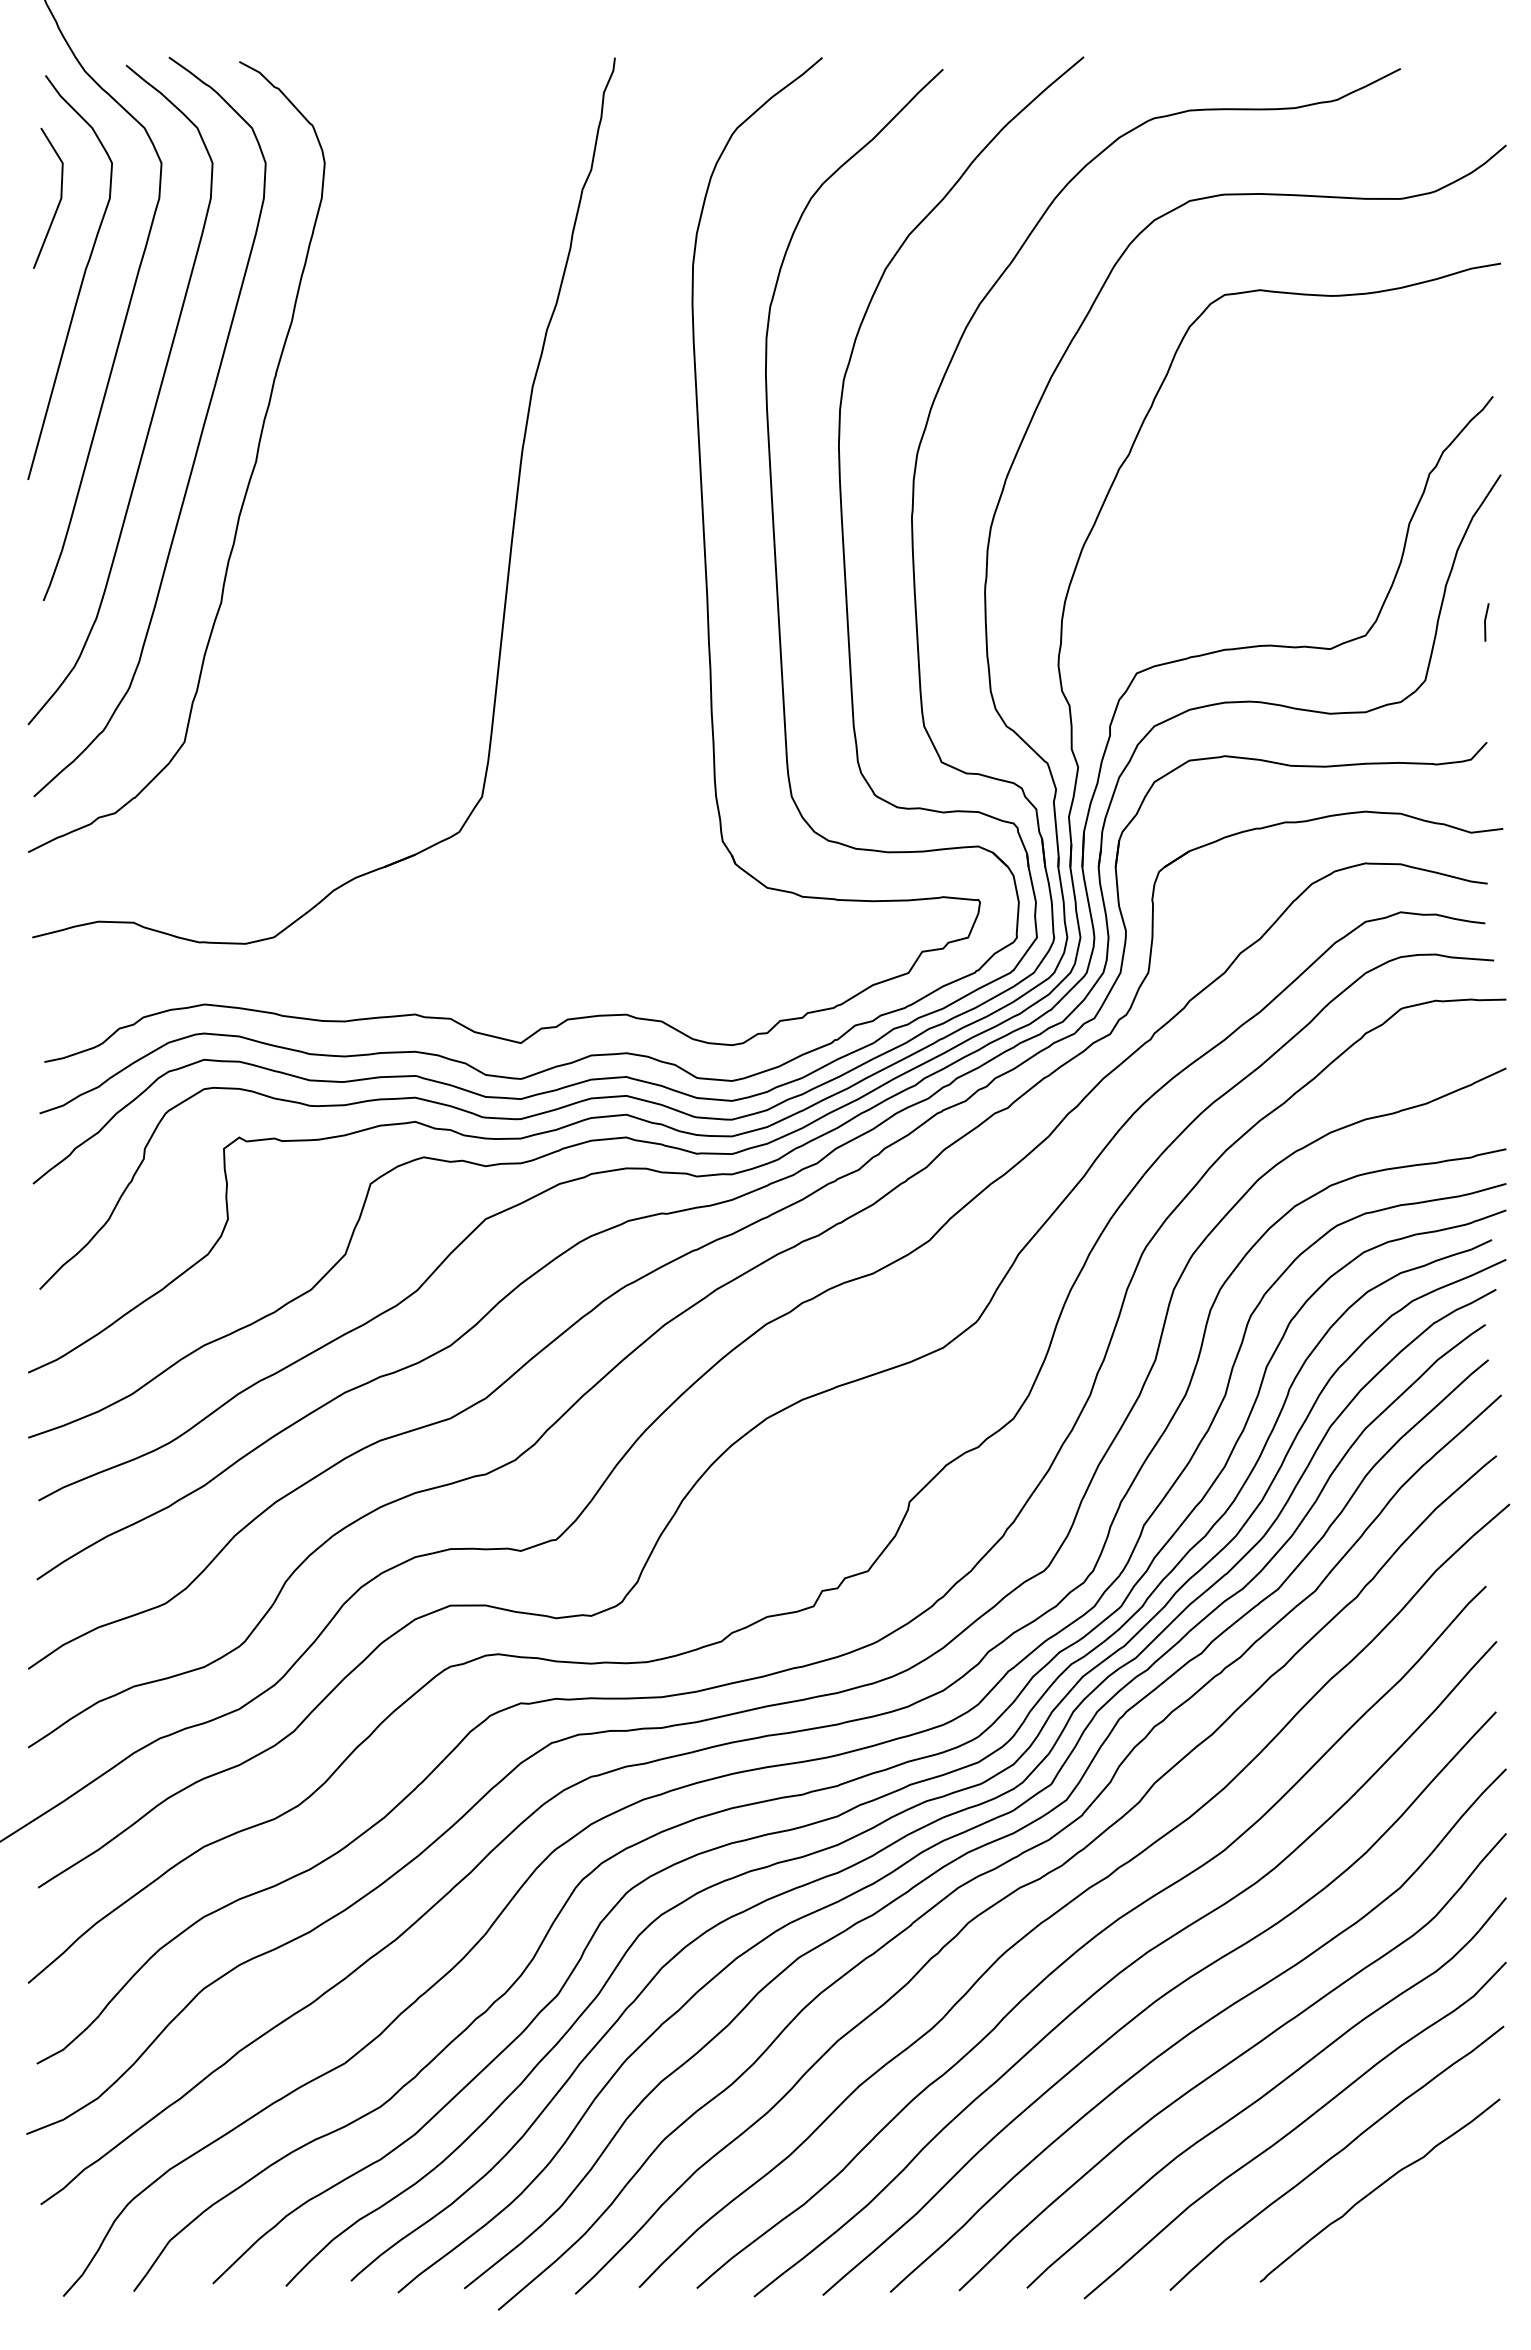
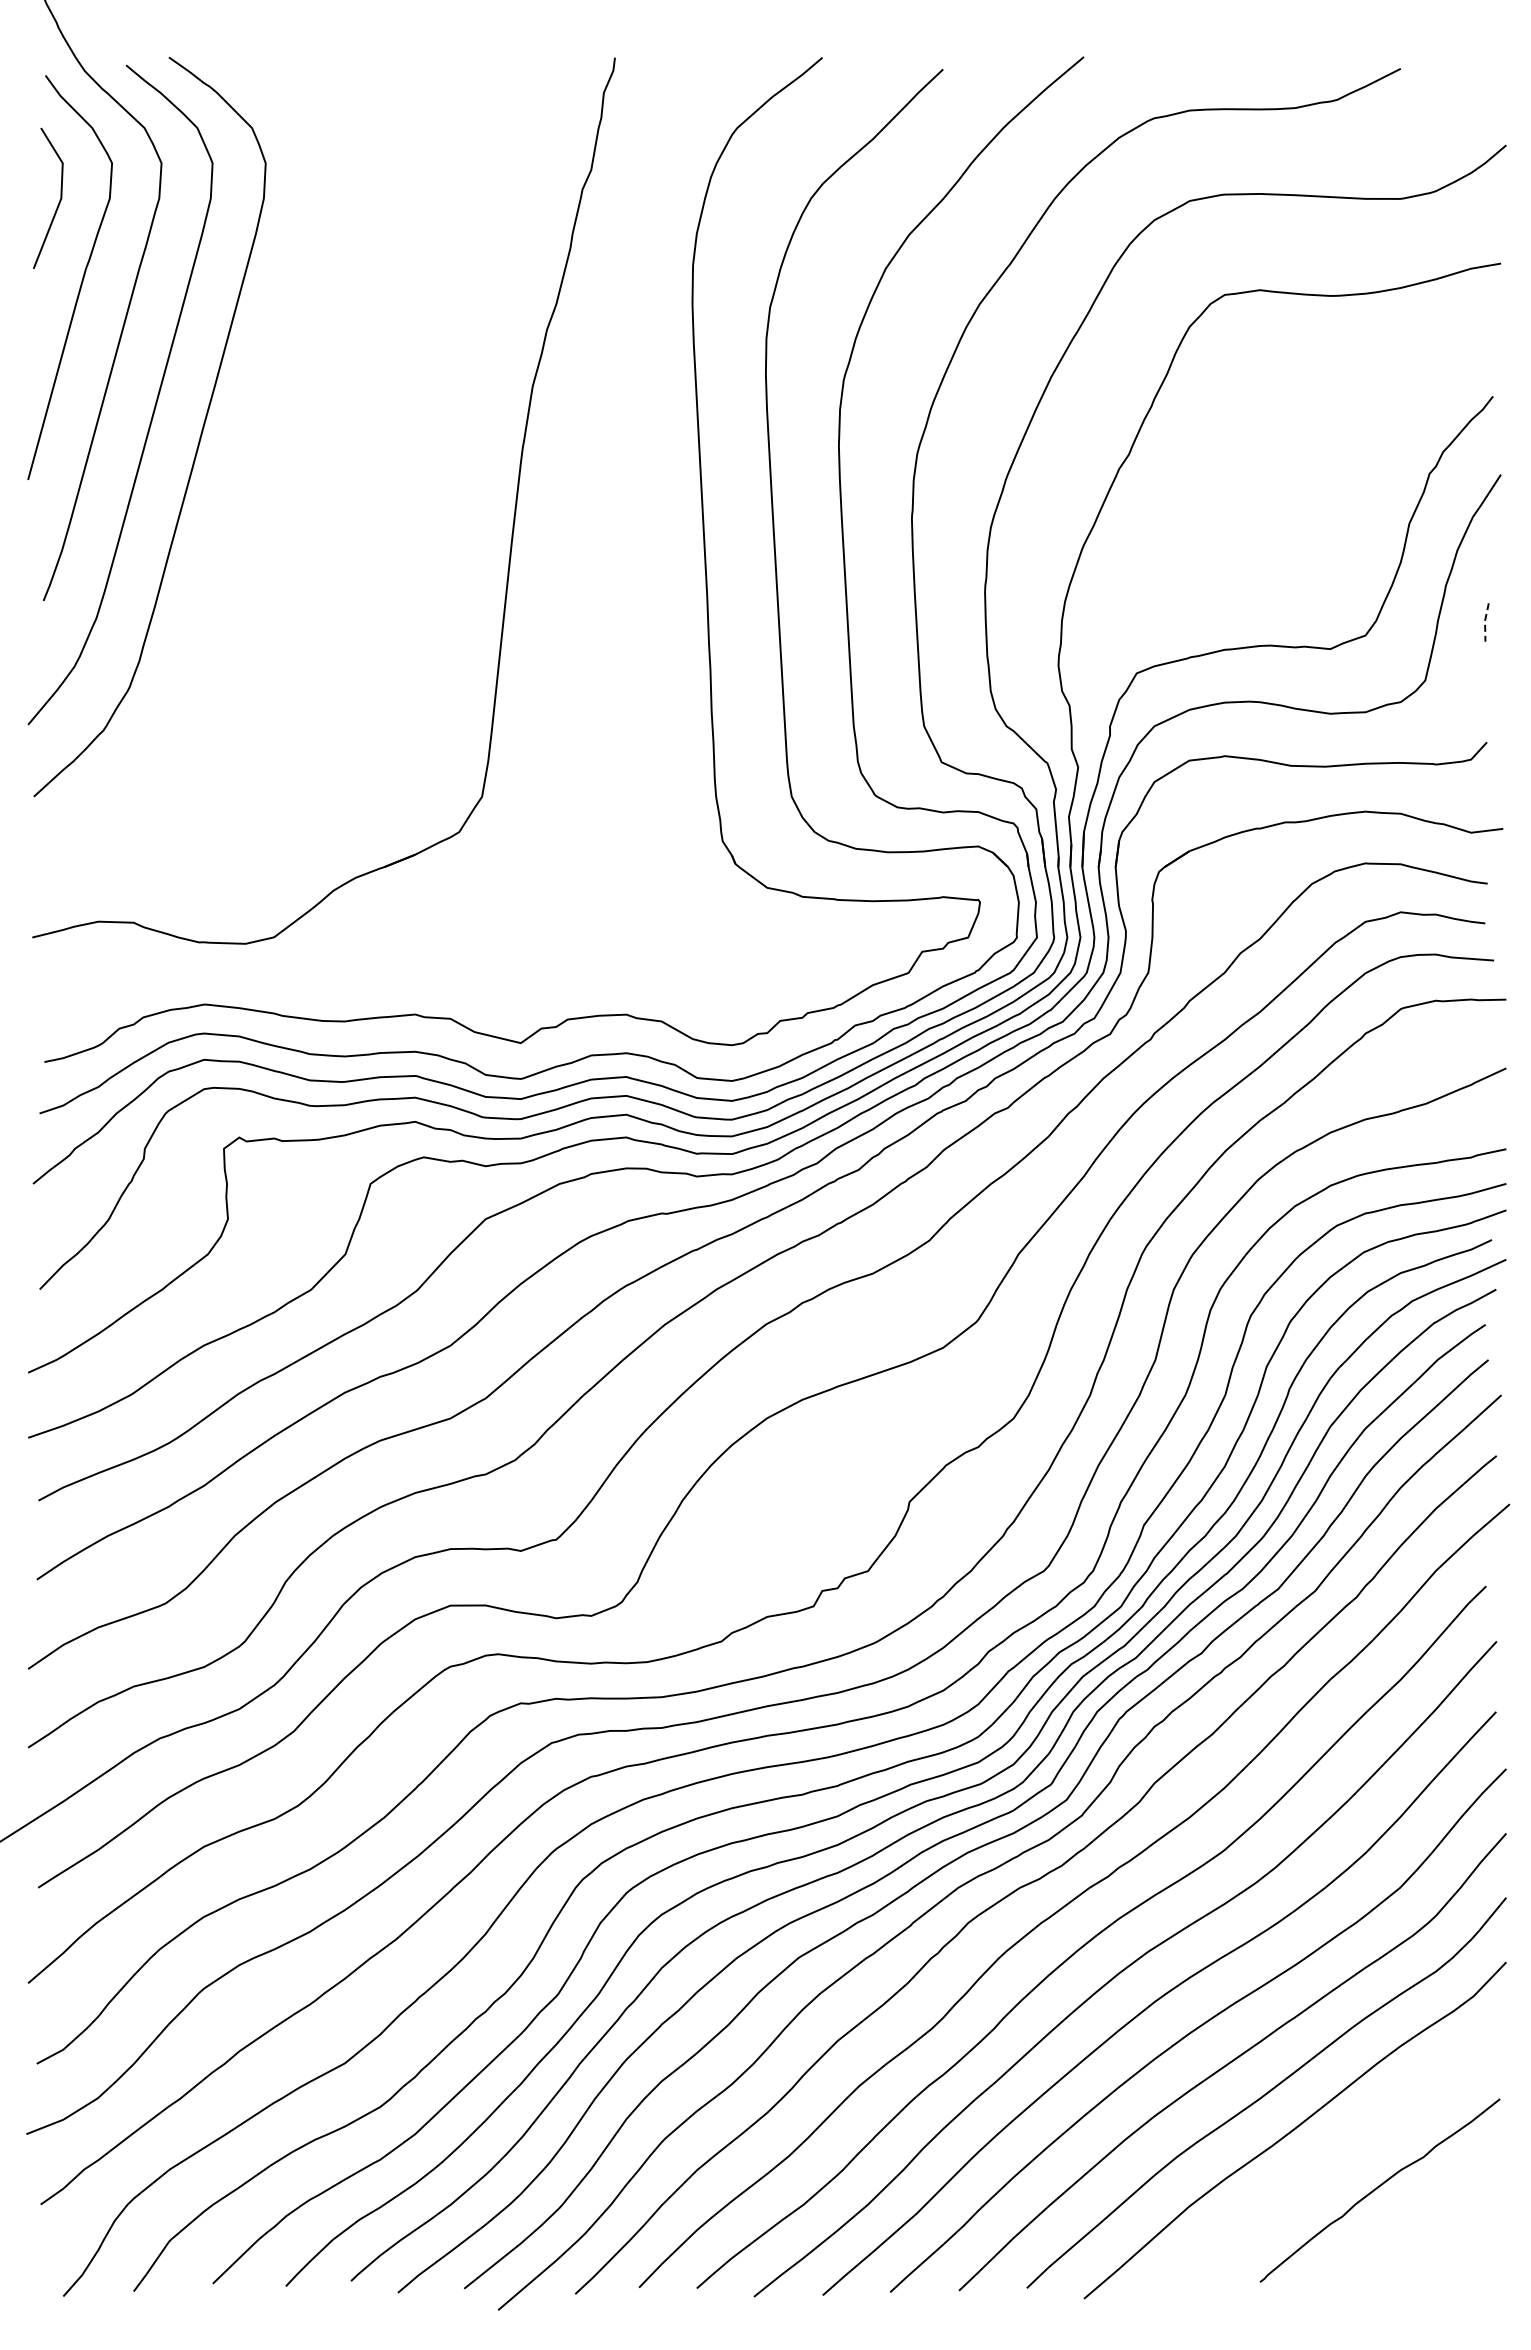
curve at (248, 480): present -> none
line at (1485, 621): solid -> dashed
curve at (1335, 2156): present -> none
